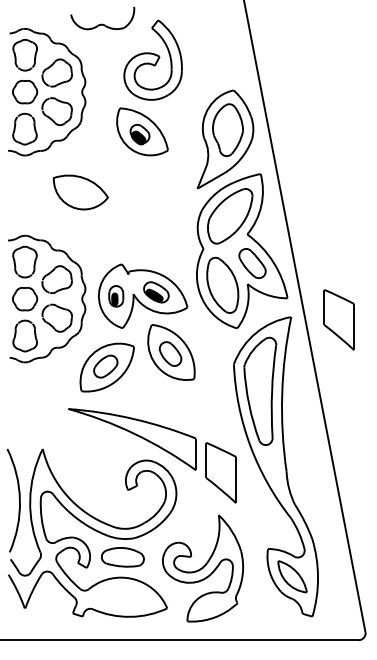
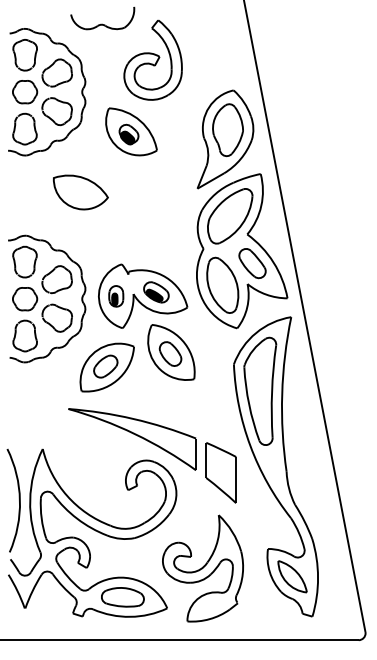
part at (142, 131) position: (142, 131) -> (131, 131)
part at (338, 319): present -> none
part at (122, 557) position: (122, 557) -> (122, 597)
